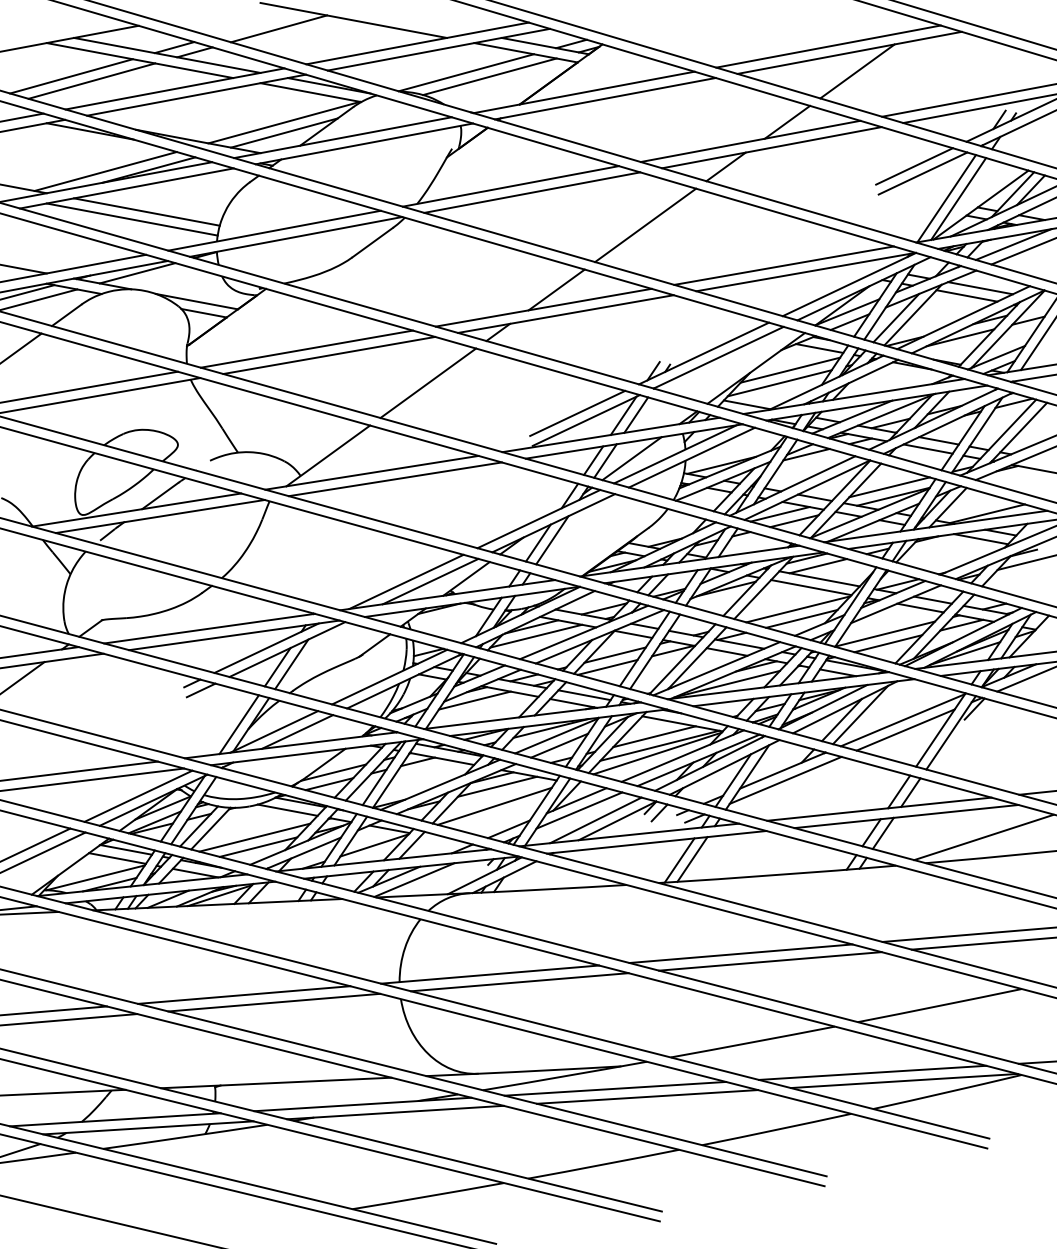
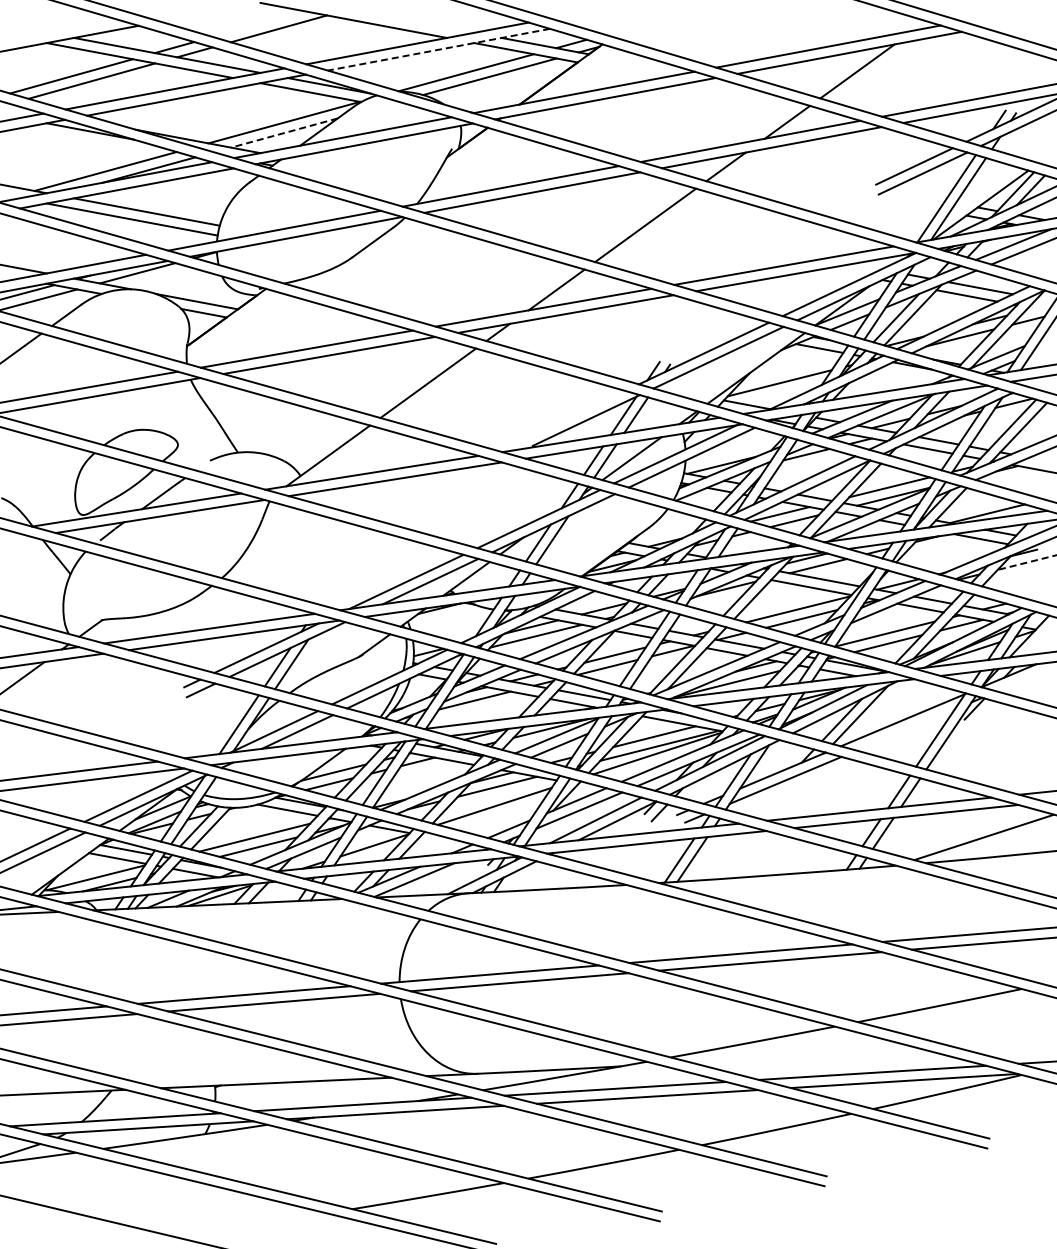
line at (438, 49): solid -> dashed
line at (283, 133): solid -> dashed
line at (790, 369): present -> none
line at (577, 412): present -> none
line at (1026, 562): solid -> dashed
line at (1025, 679): present -> none
line at (905, 729): present -> none
